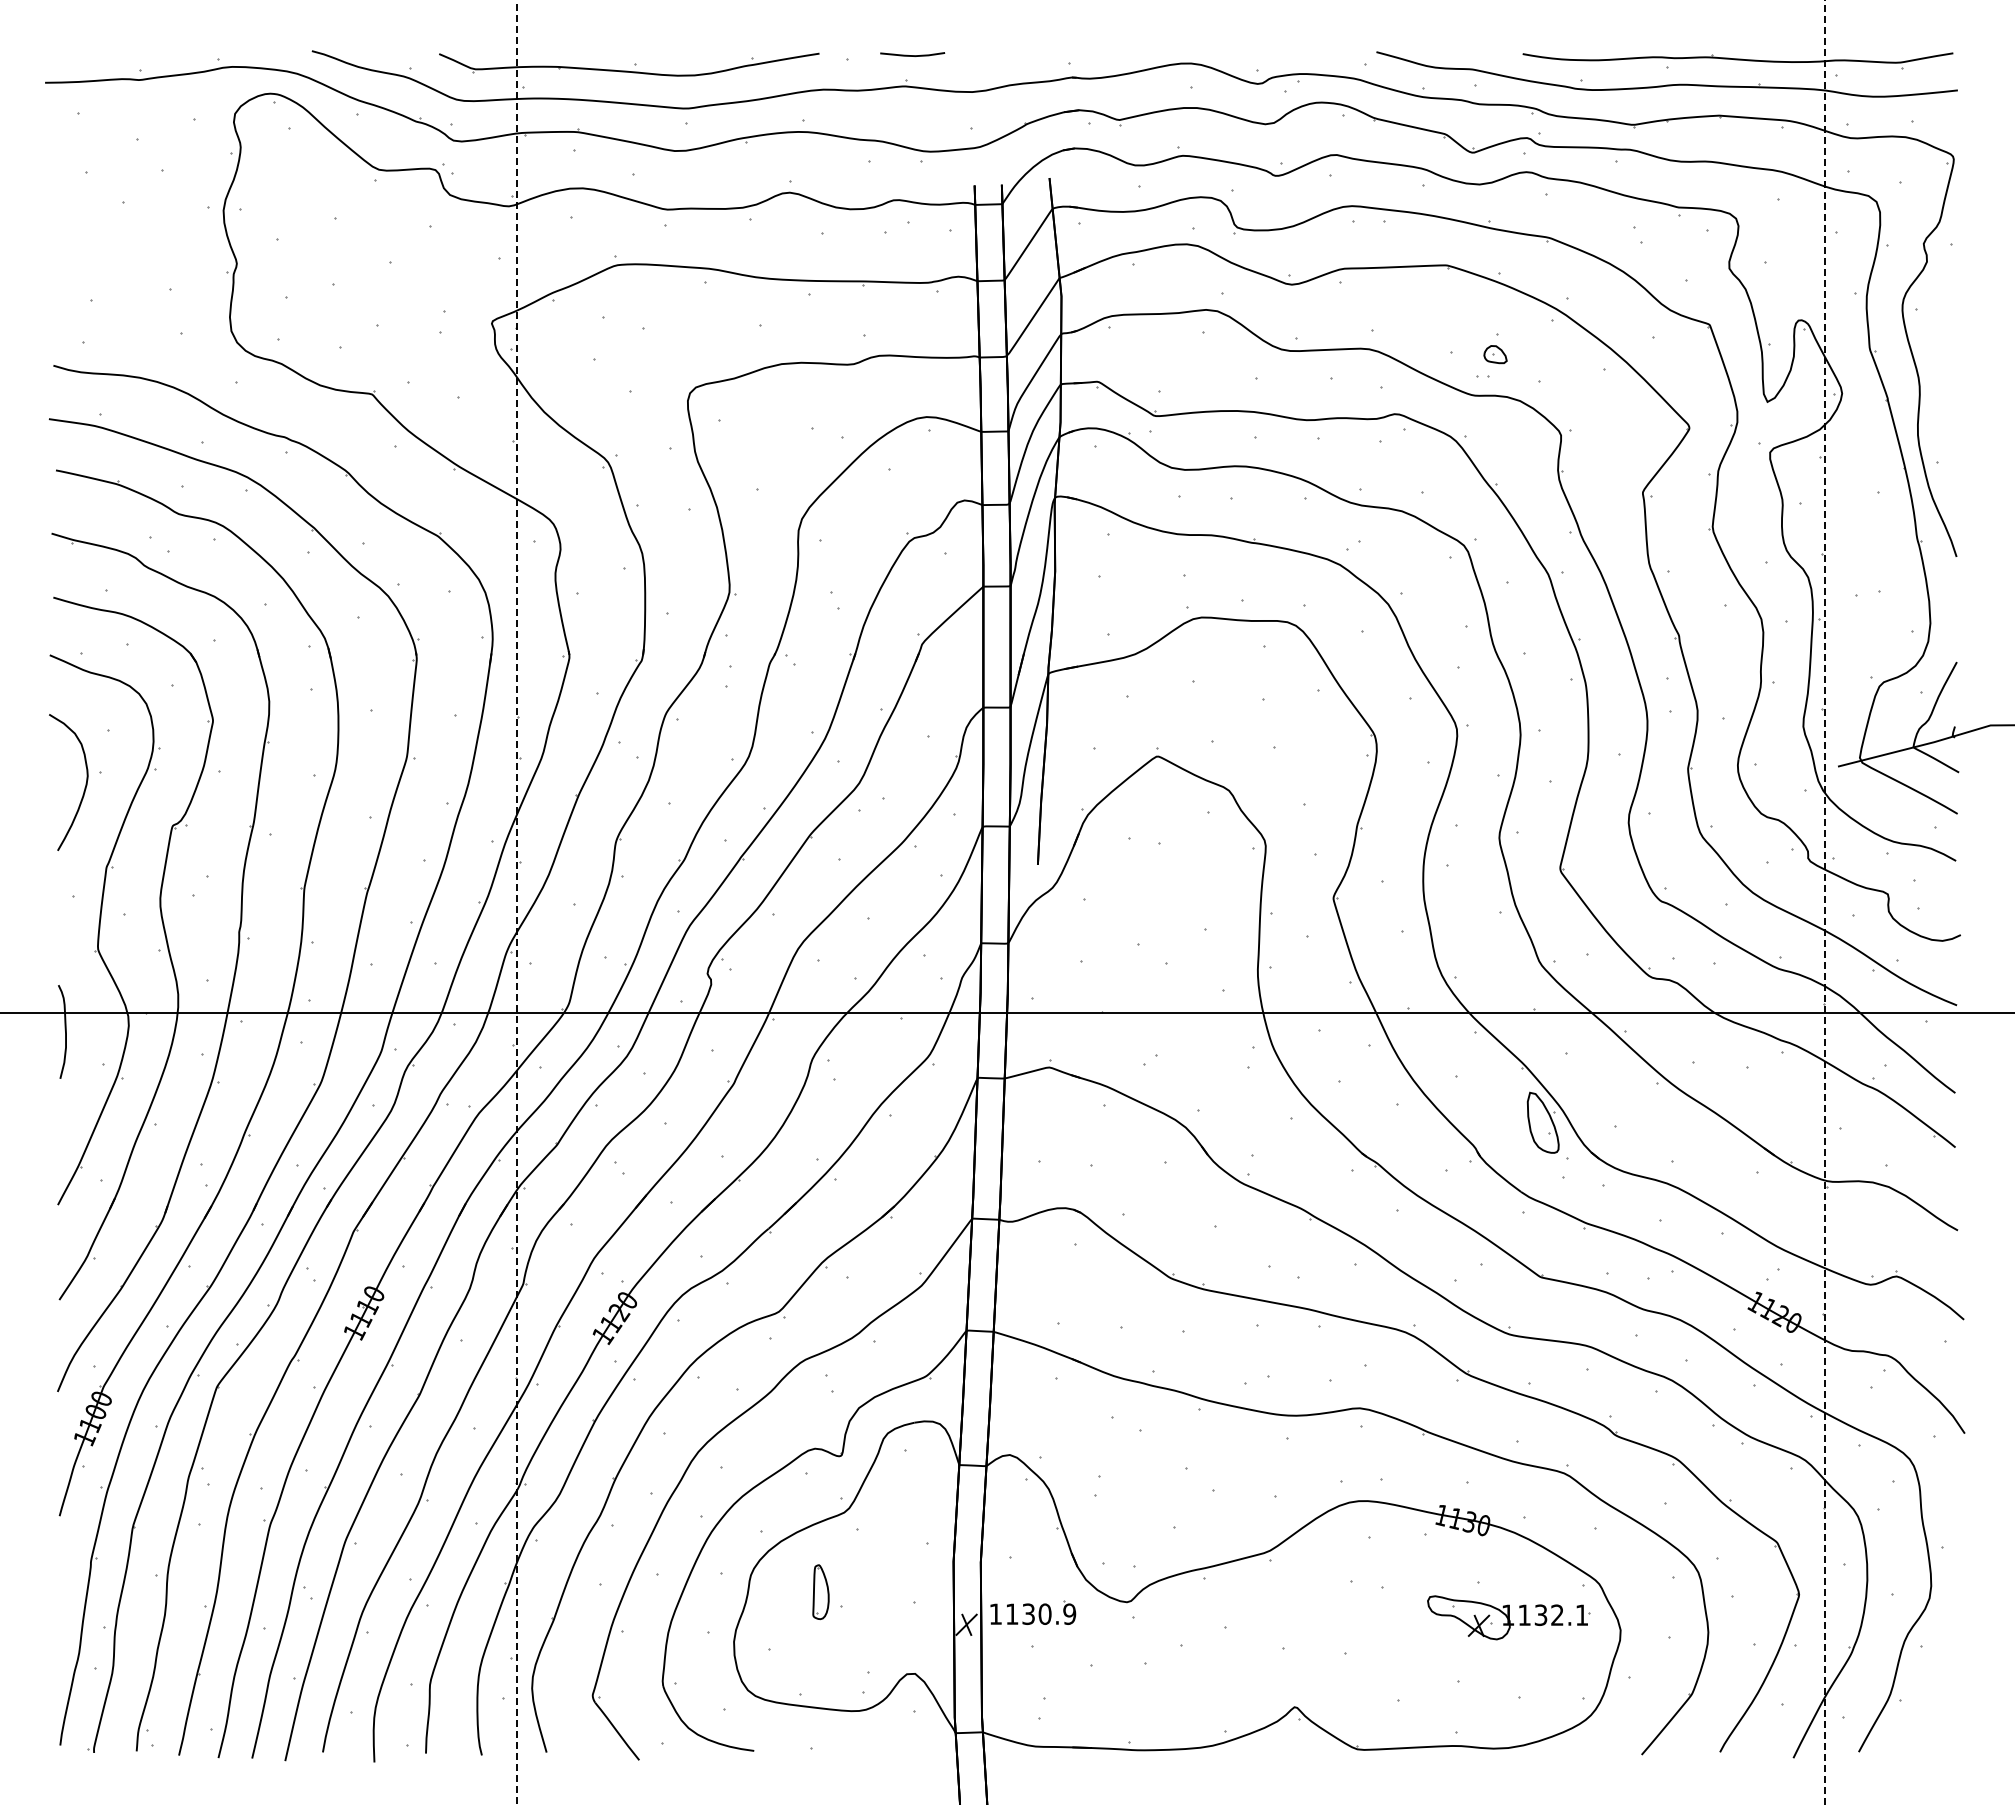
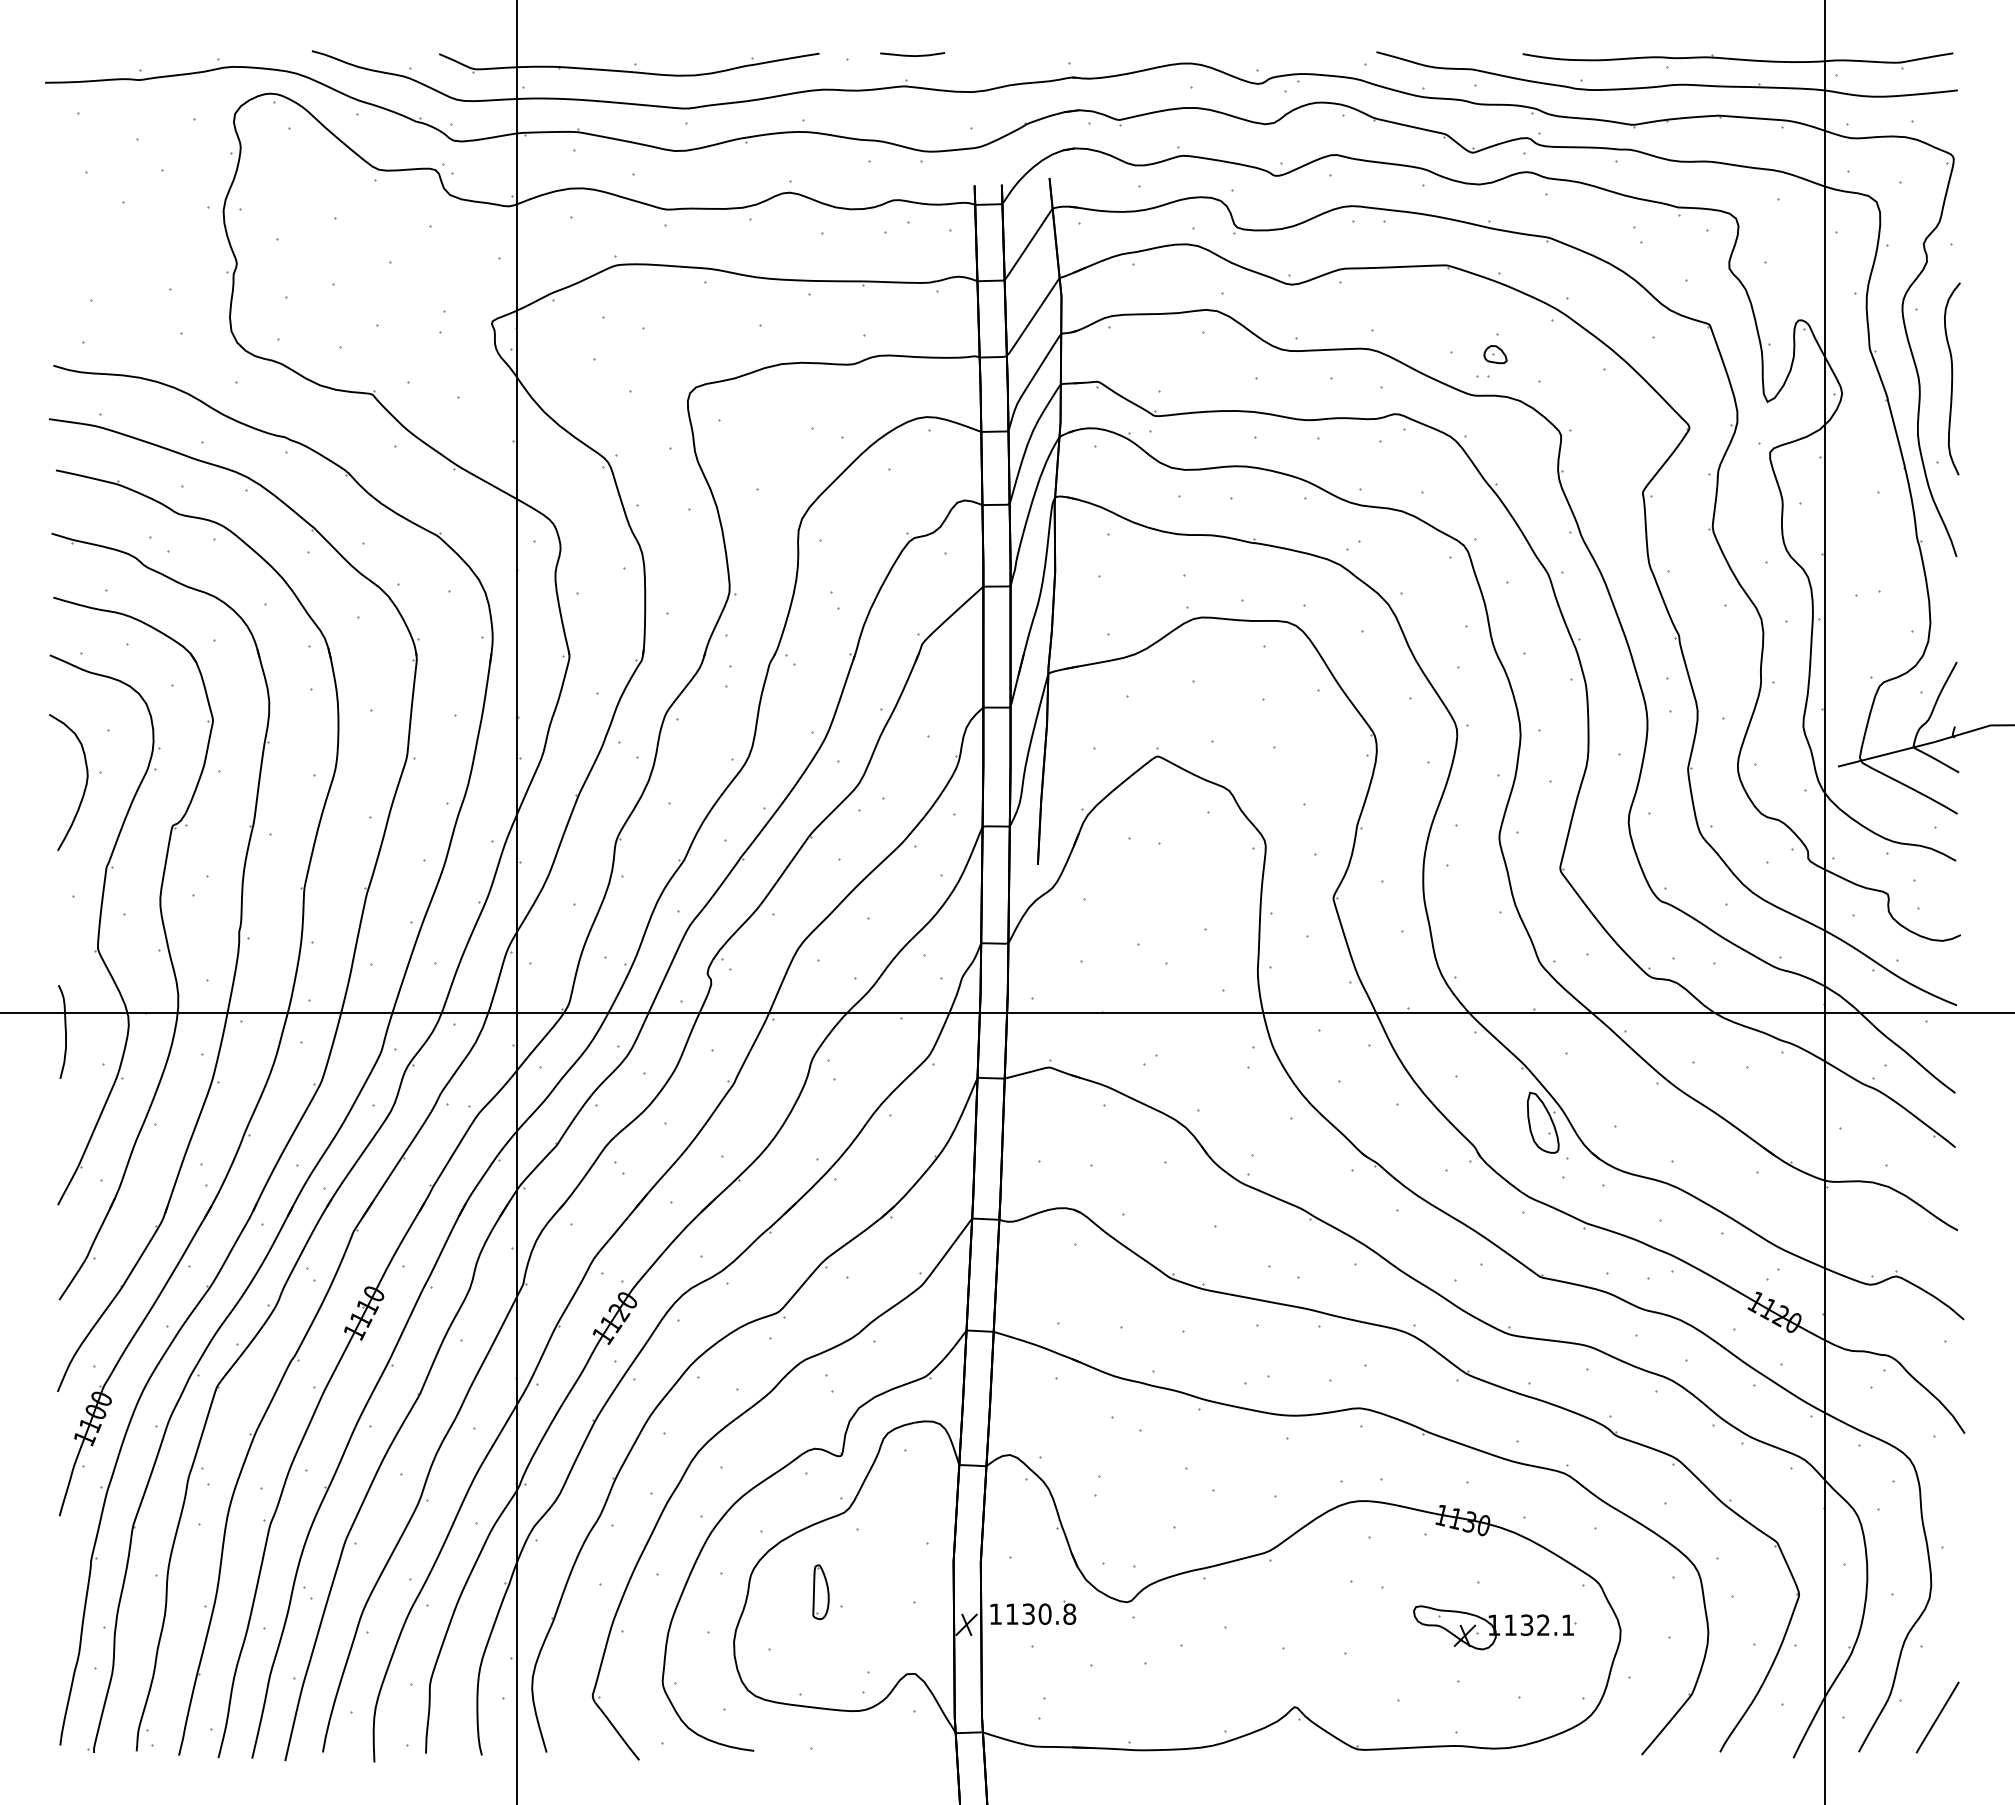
curve at (1952, 378): none -> present
line at (516, 901): dashed -> solid
line at (1824, 902): dashed -> solid
text at (1069, 1613): 1130.9 -> 1130.8
part at (1508, 1617) position: (1508, 1617) -> (1494, 1627)
line at (1937, 1717): none -> present
